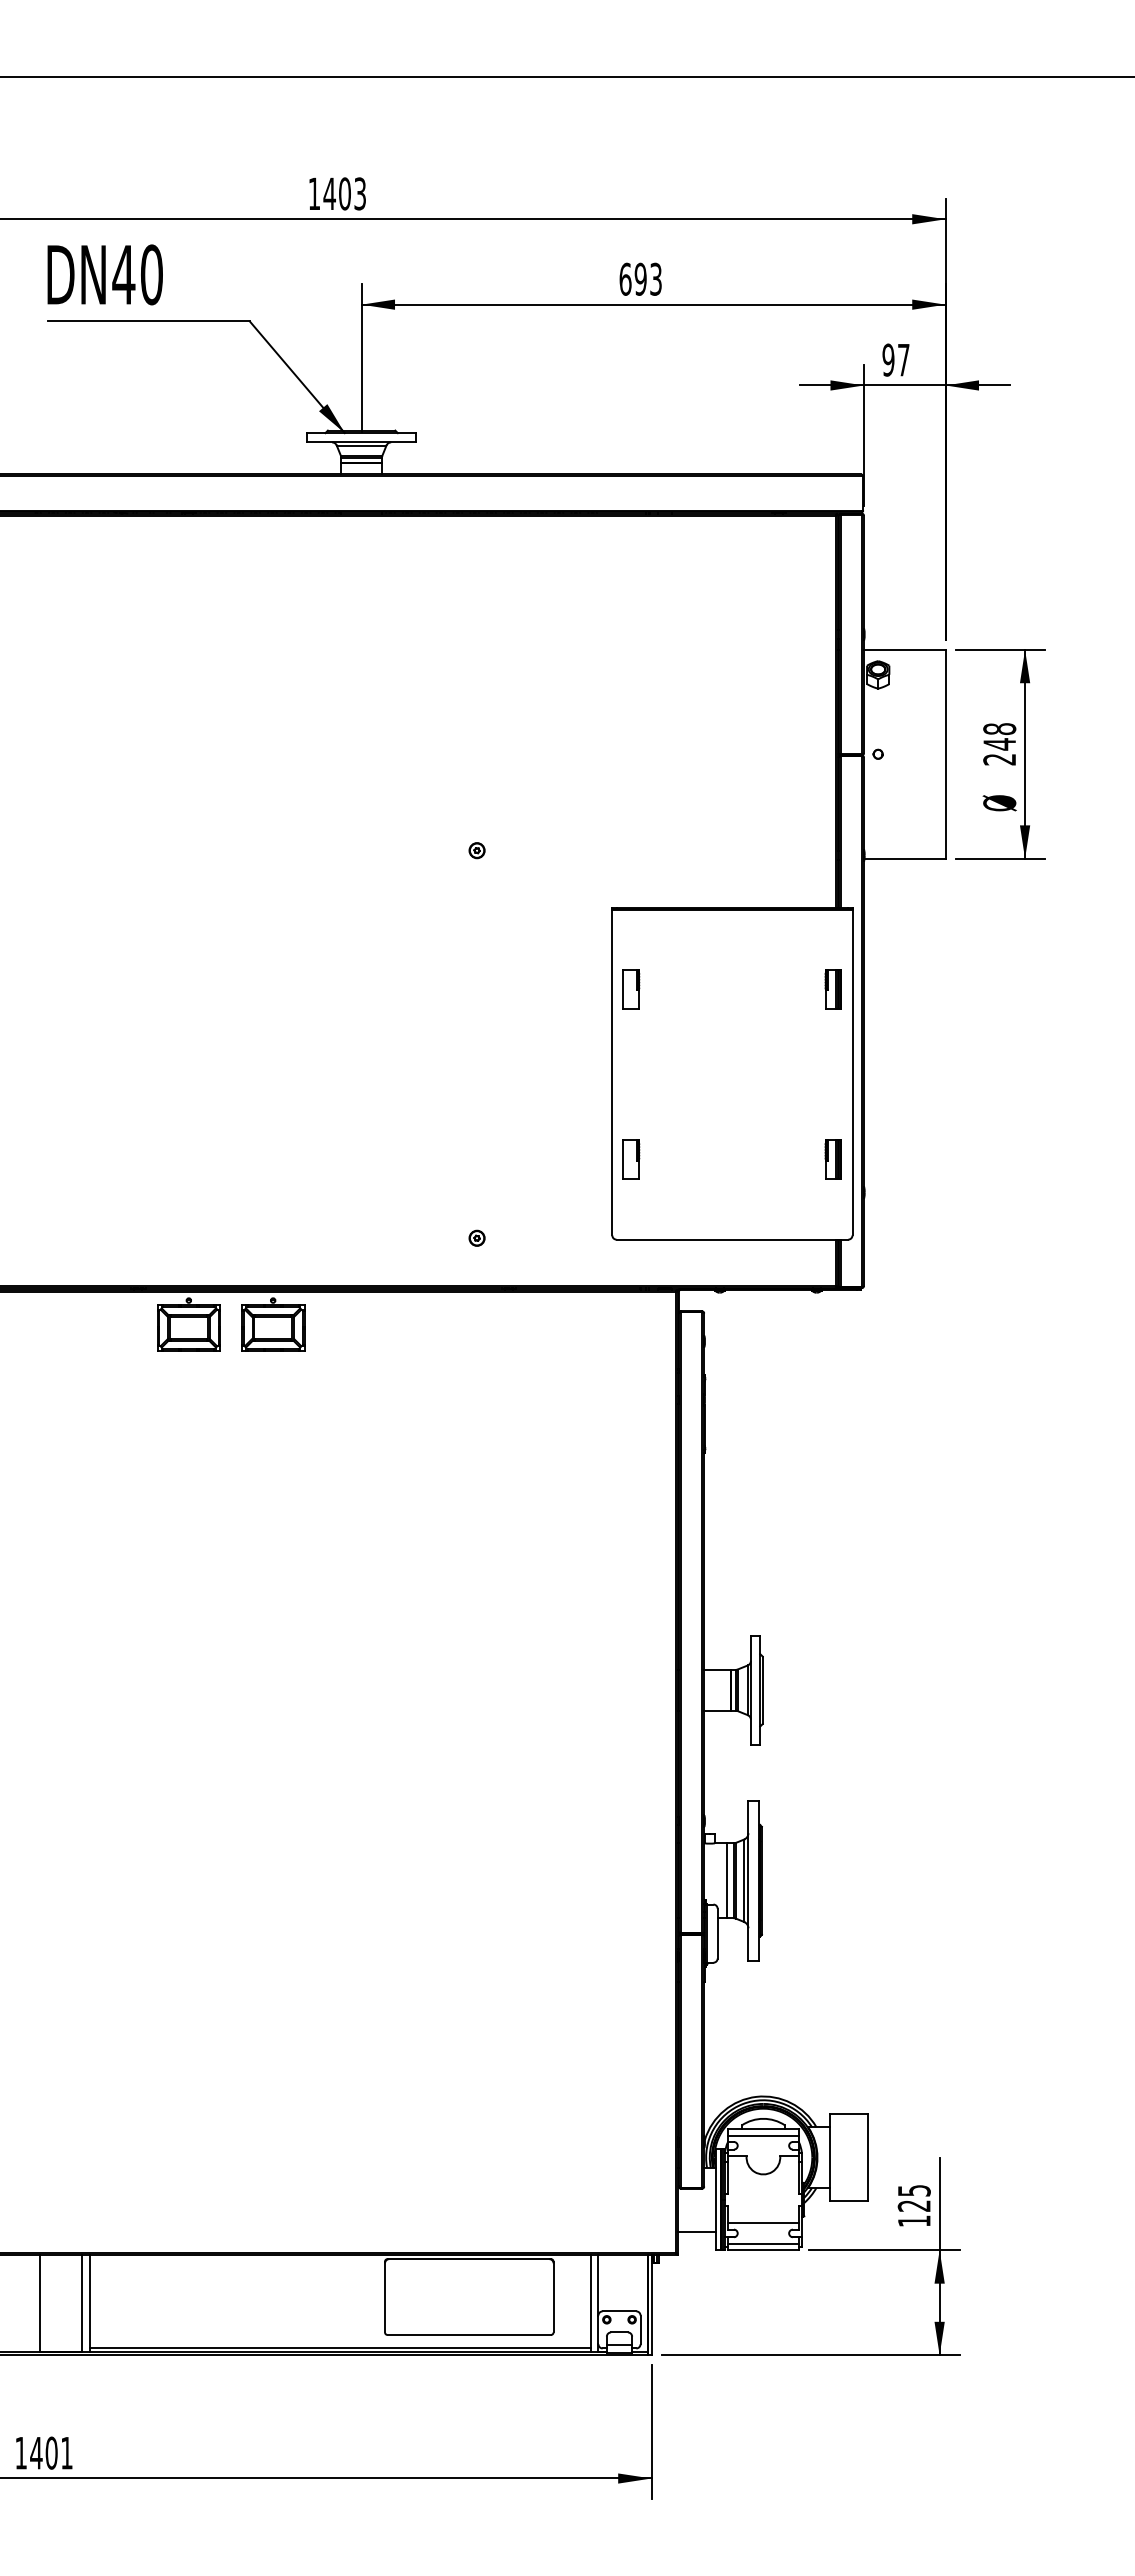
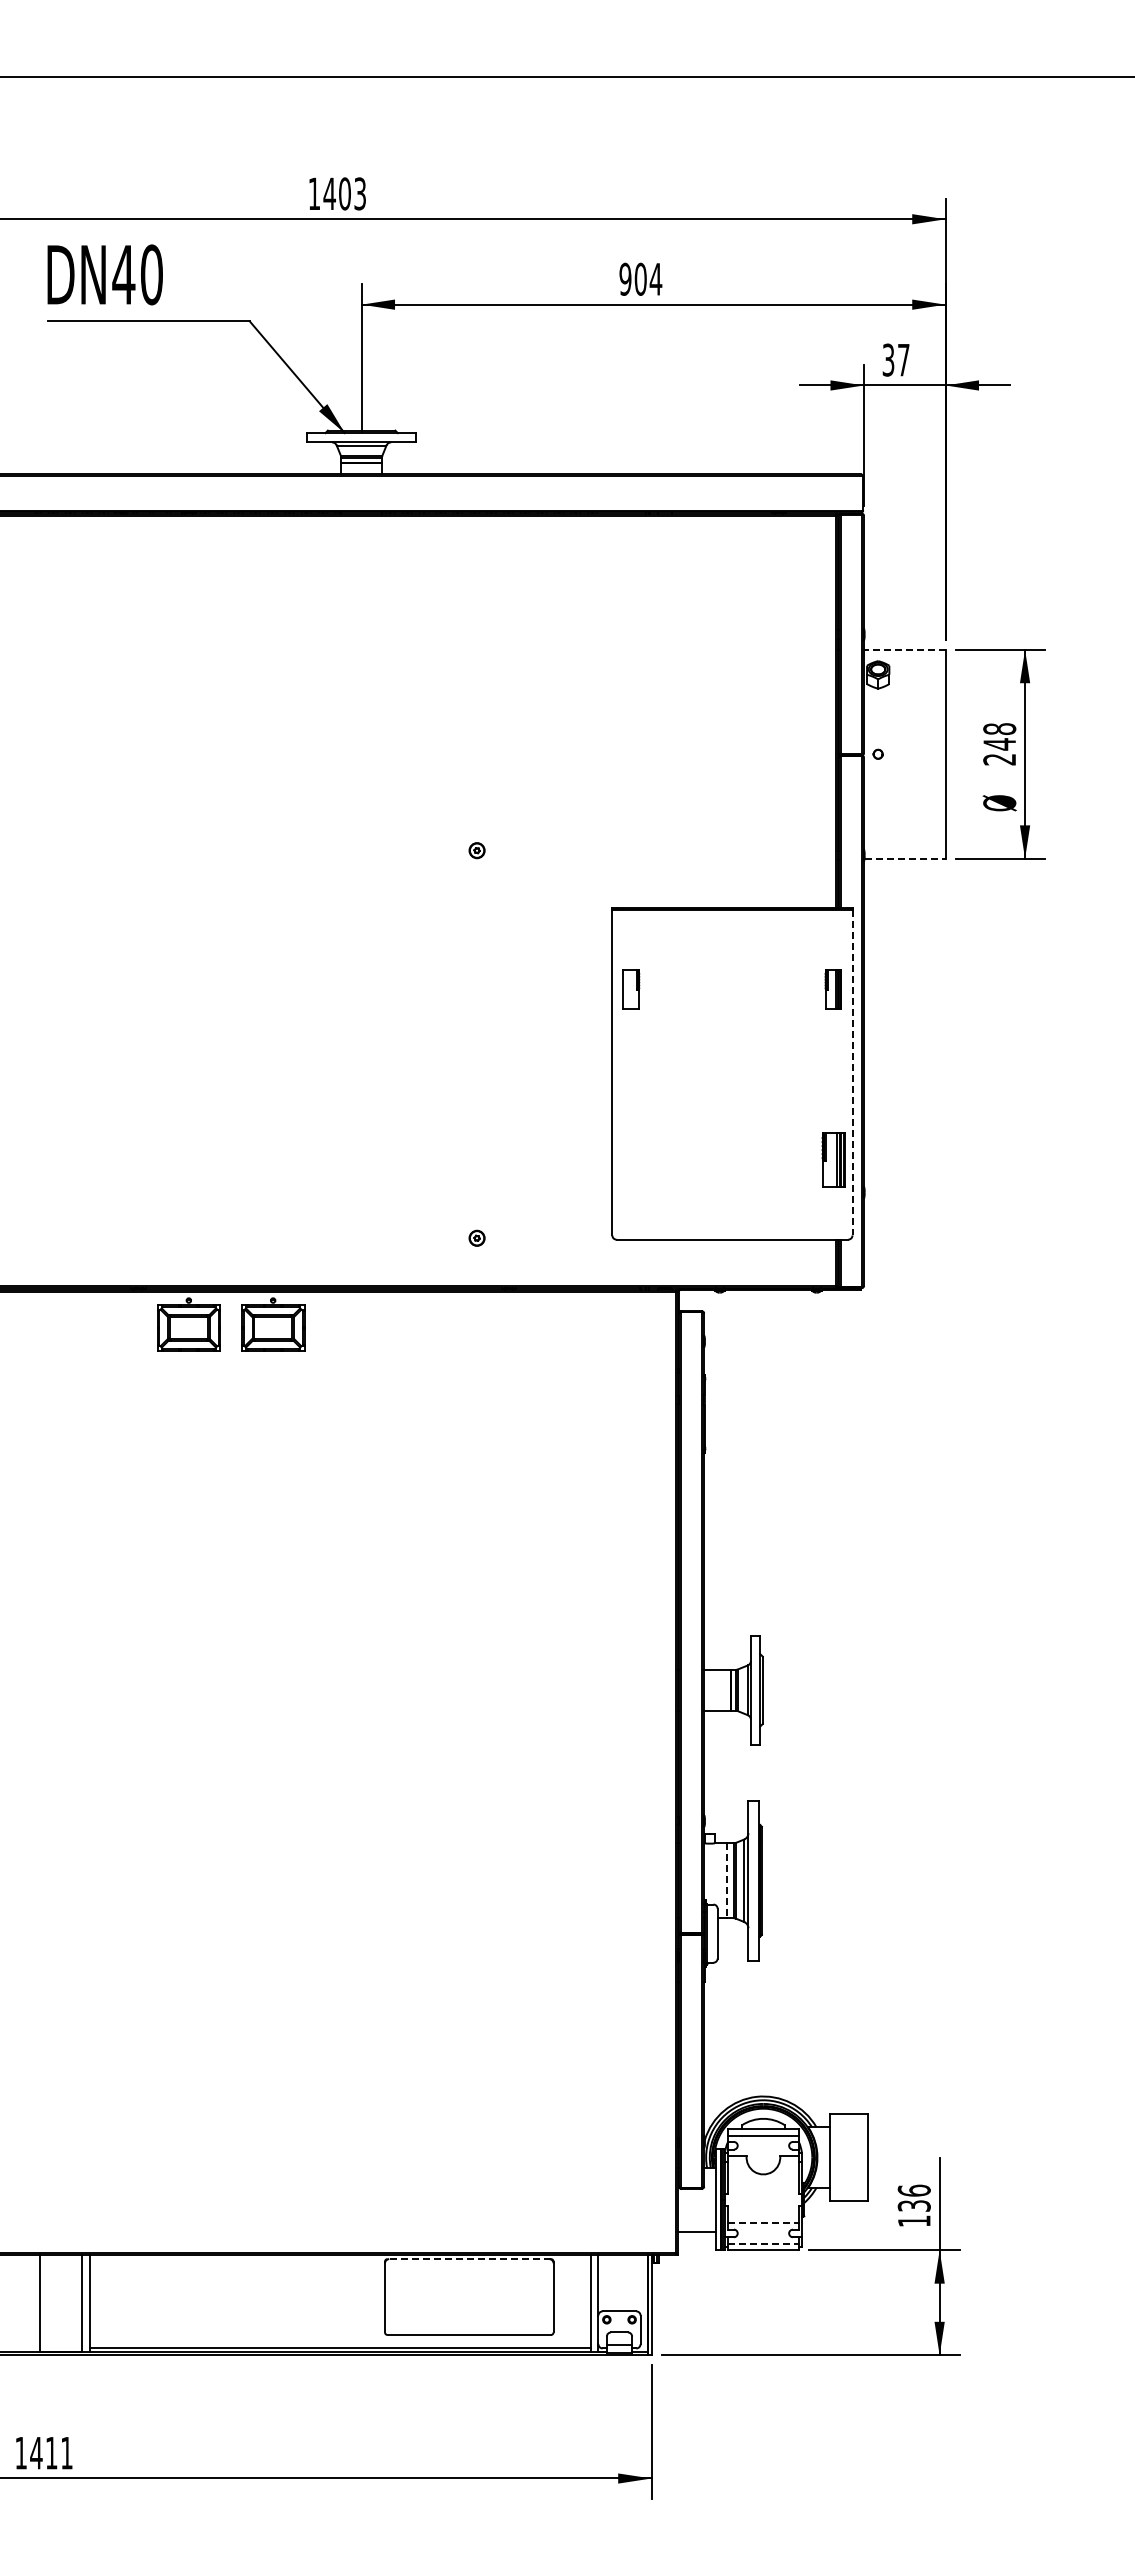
text at (640, 278): 693 -> 904
text at (888, 359): 97 -> 37
line at (904, 649): solid -> dashed
line at (905, 858): solid -> dashed
line at (852, 1072): solid -> dashed
part at (631, 1159): present -> none
part at (832, 1159) size: 18x41 px -> 25x56 px
line at (726, 1881): solid -> dashed
text at (913, 2197): 125 -> 136
line at (763, 2223): solid -> dashed
line at (763, 2243): solid -> dashed
line at (469, 2259): solid -> dashed
text at (51, 2452): 1401 -> 1411
